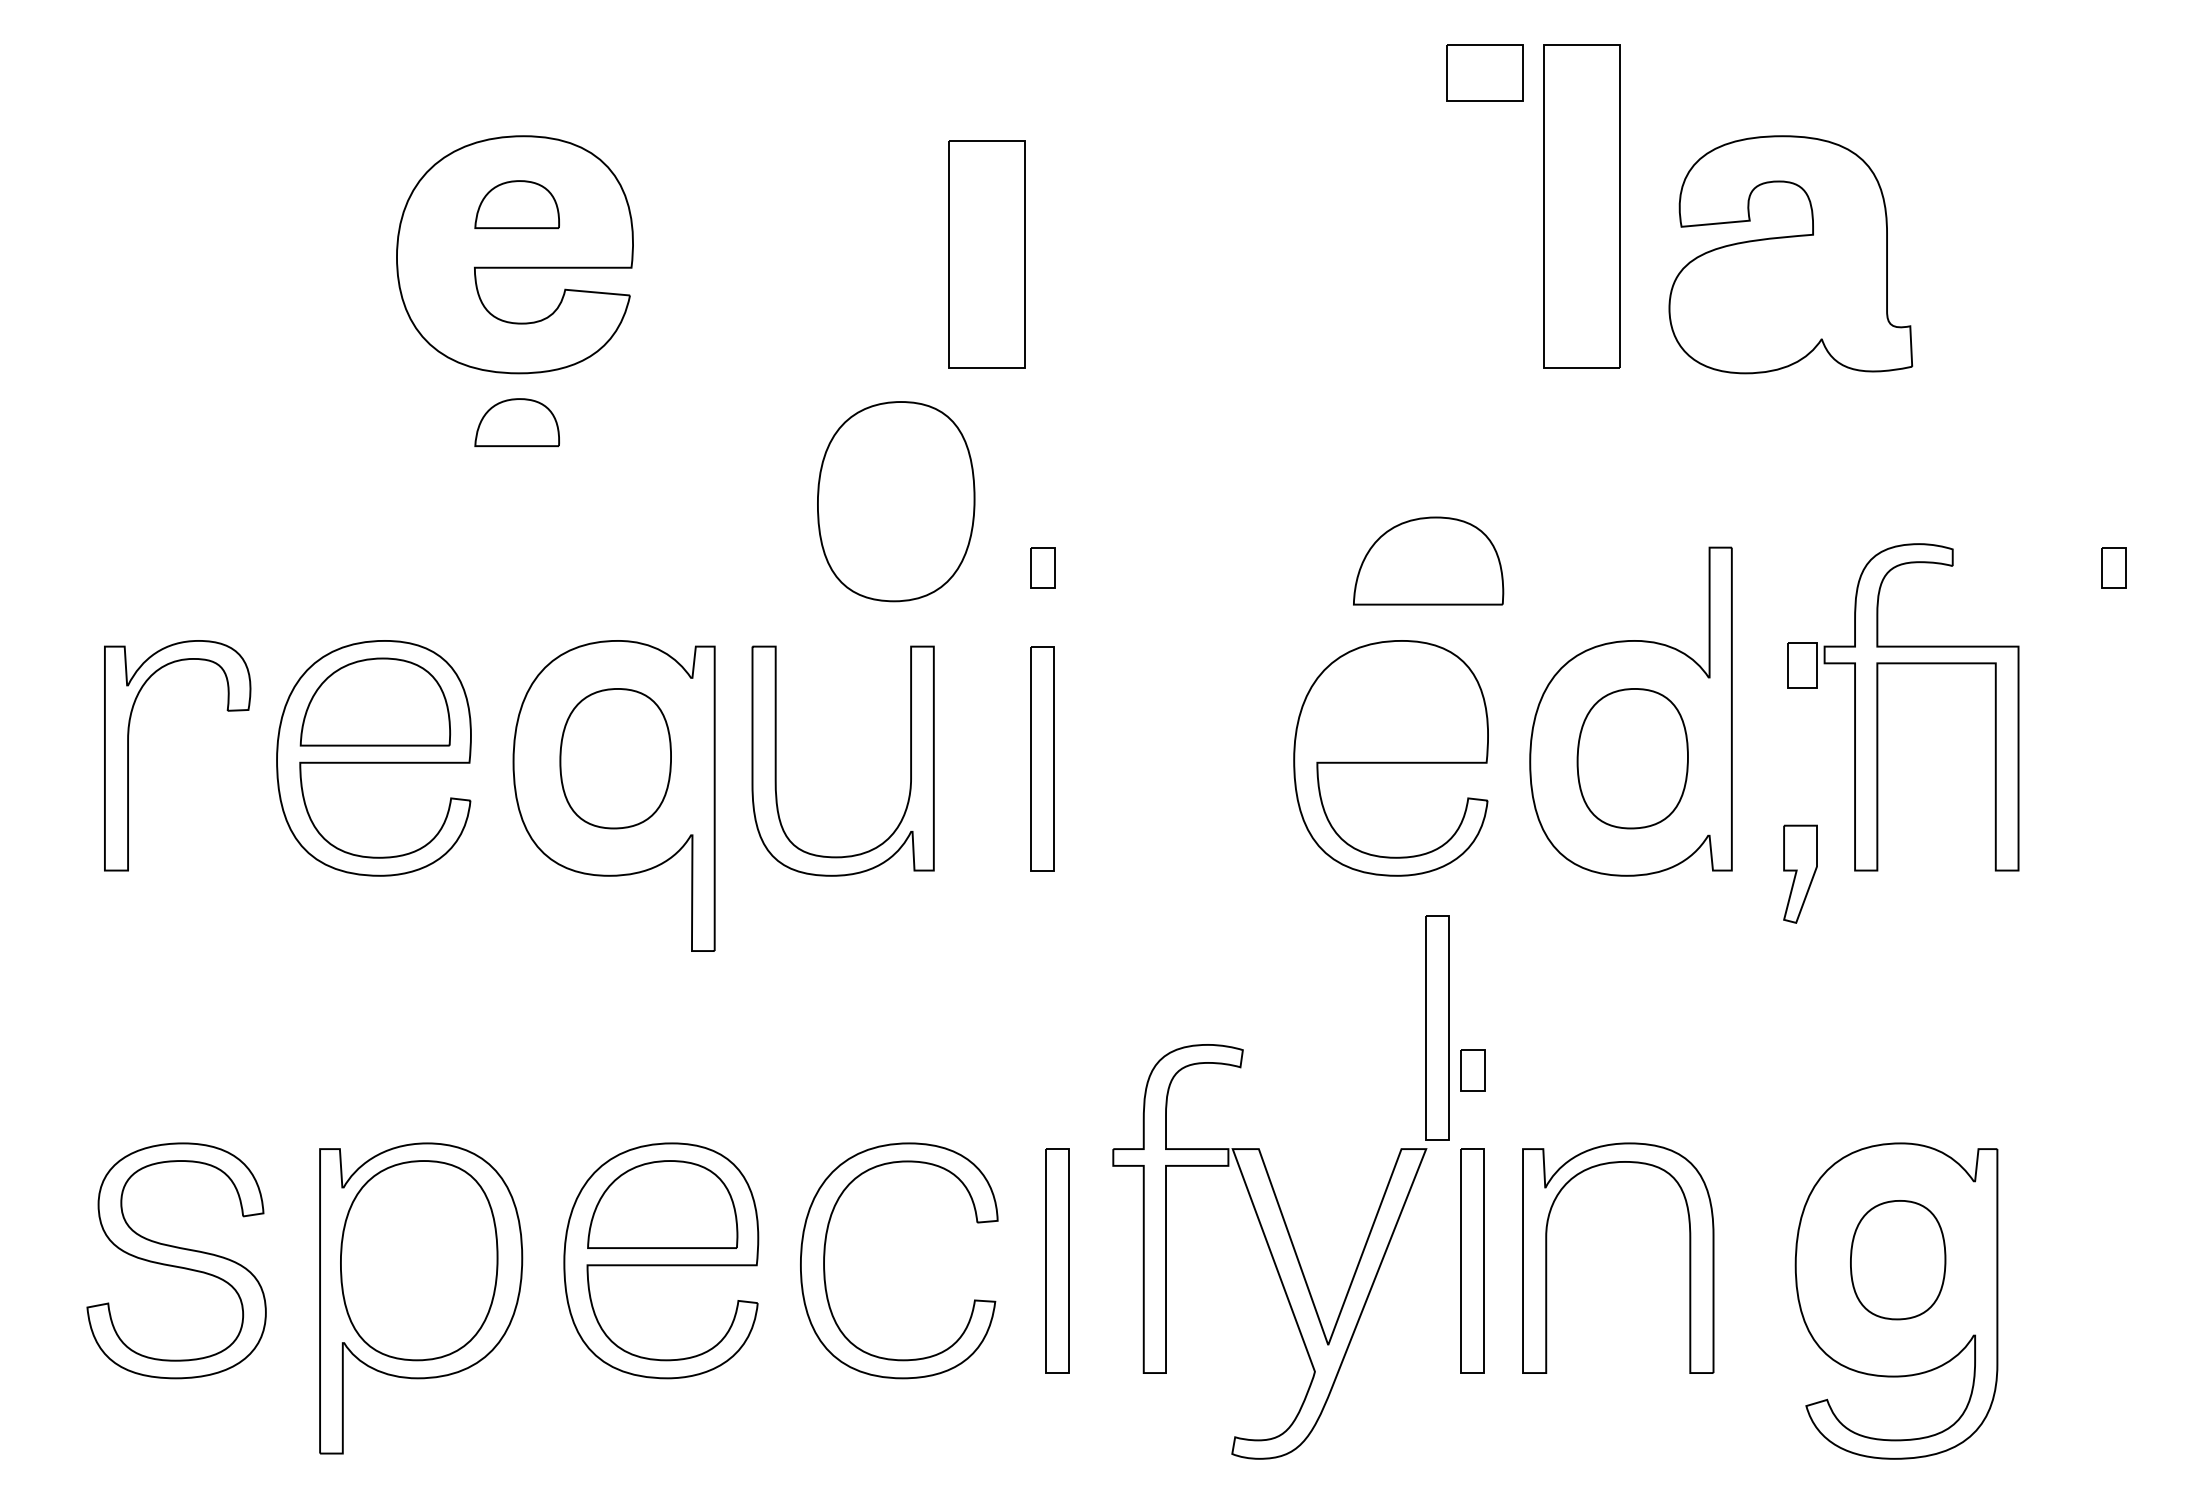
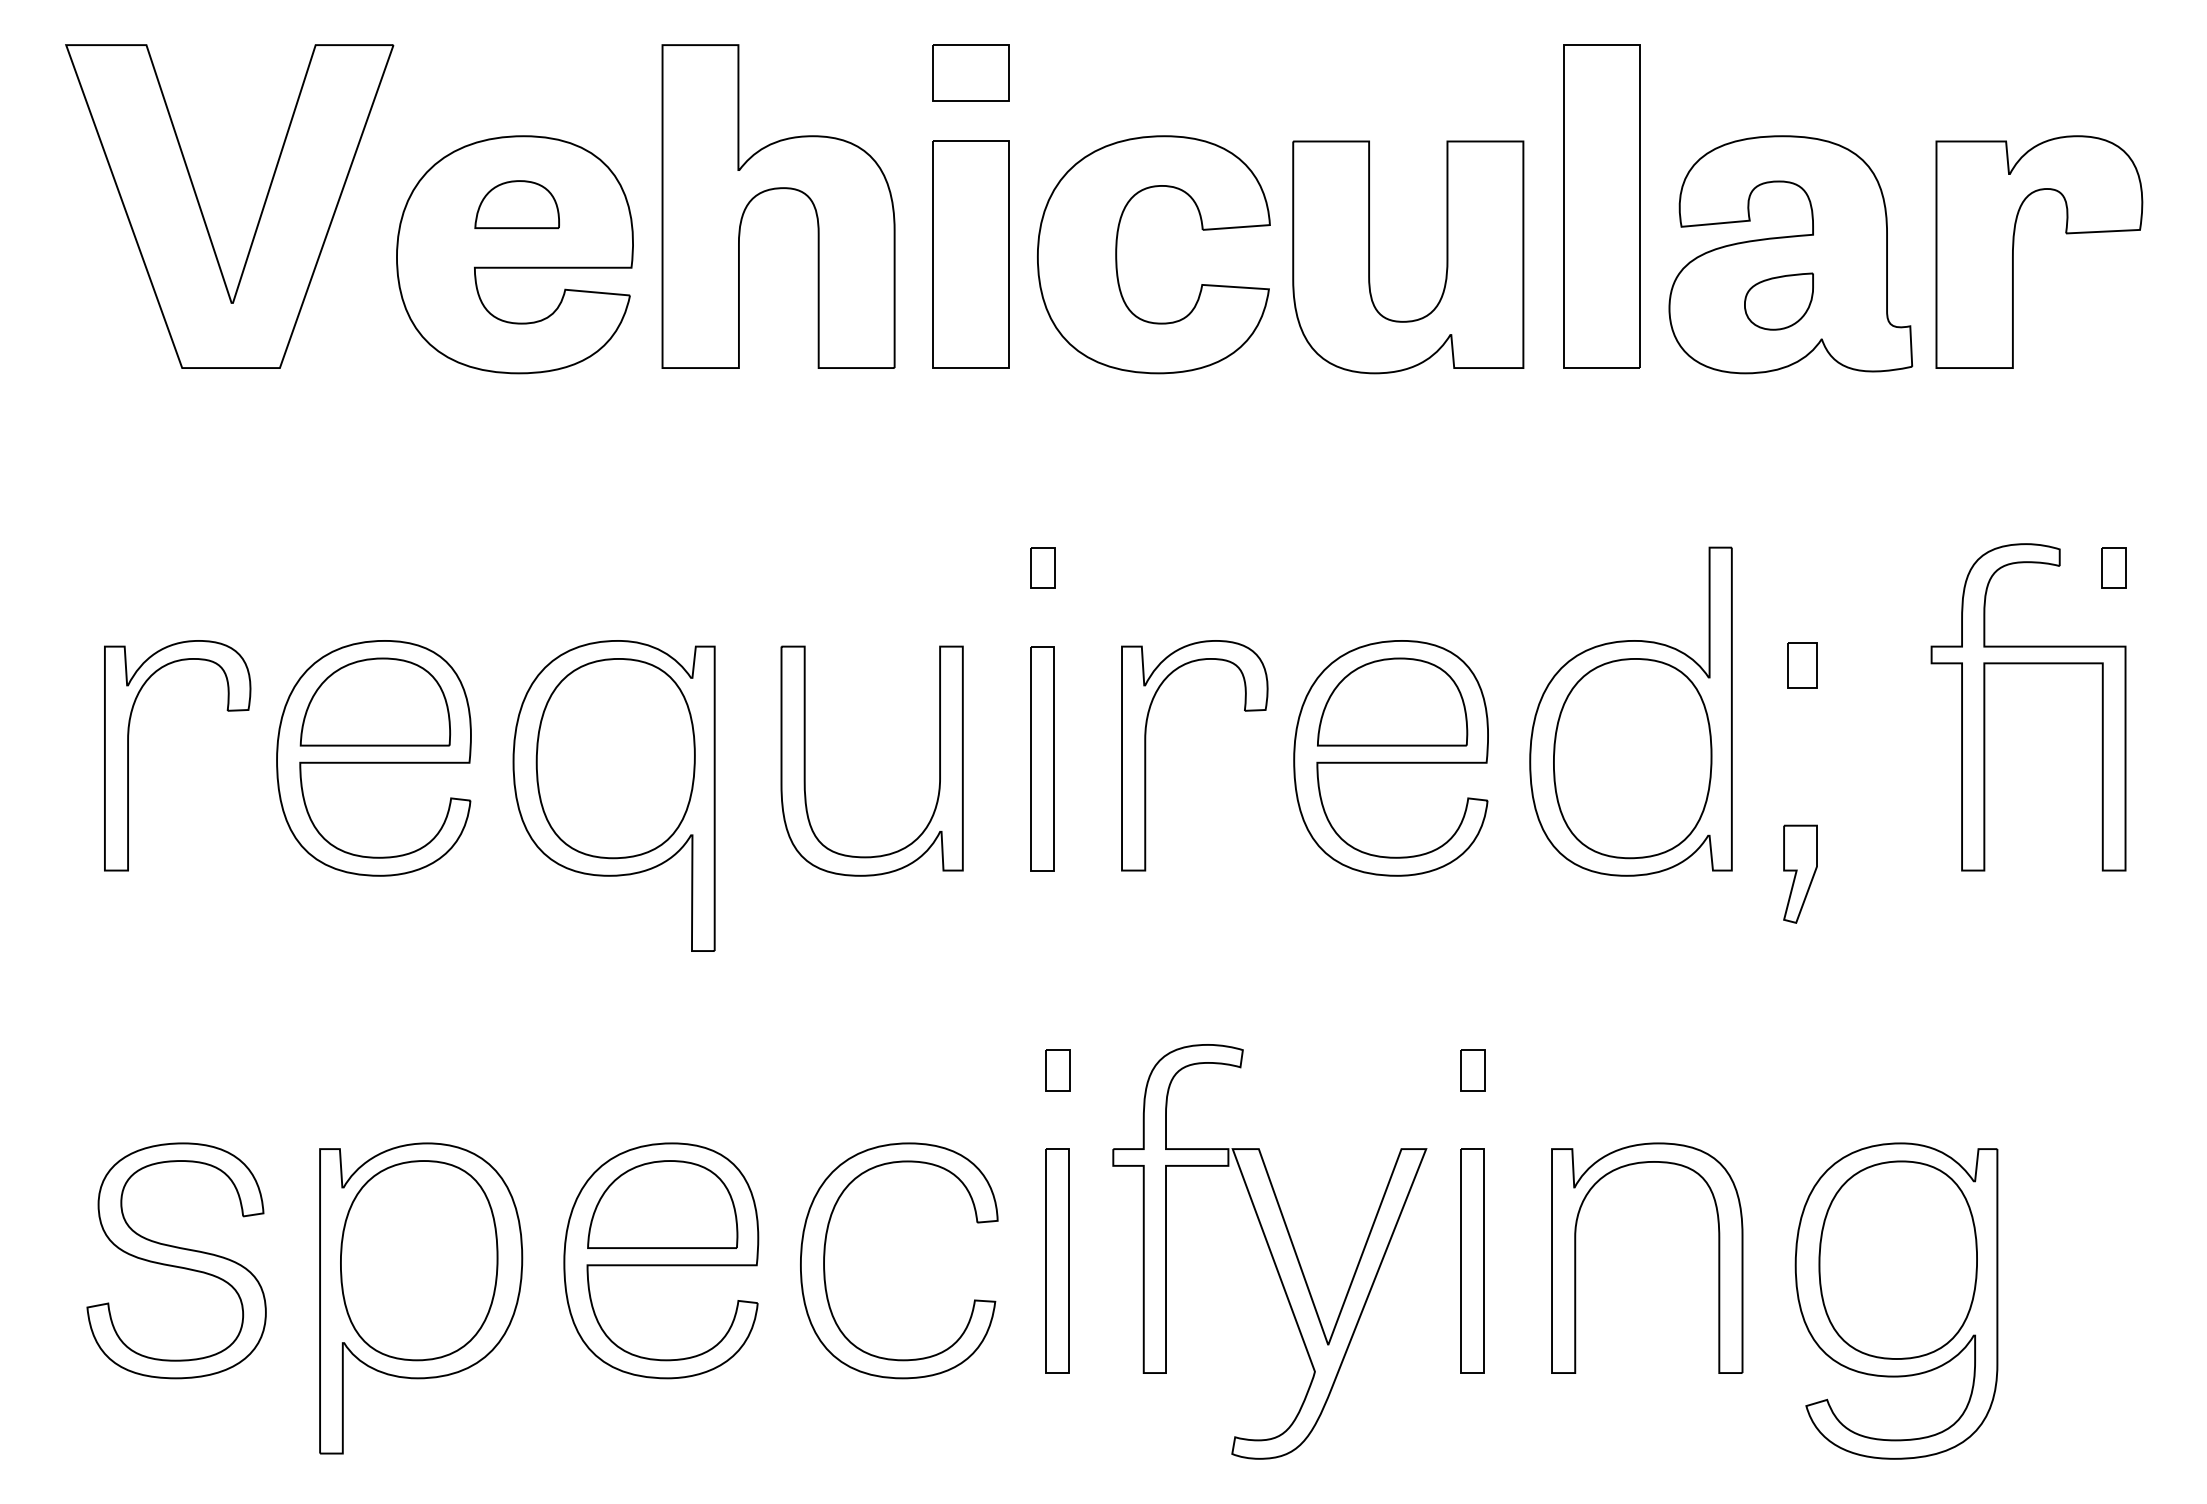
part at (1484, 72) position: (1484, 72) -> (970, 72)
part at (778, 189): none -> present
part at (1581, 206) position: (1581, 206) -> (1601, 206)
part at (203, 214): none -> present
part at (2014, 245): none -> present
part at (986, 254) position: (986, 254) -> (970, 254)
part at (1117, 254): none -> present
part at (1446, 257): none -> present
part at (1778, 301): none -> present
part at (516, 422): present -> none
part at (896, 501): present -> none
part at (1428, 560) position: (1428, 560) -> (1392, 701)
part at (1921, 664) position: (1921, 664) -> (2028, 664)
part at (1146, 755): none -> present
part at (615, 758) size: 113x142 px -> 161x202 px
part at (1632, 758) size: 113x142 px -> 160x202 px
part at (776, 760) position: (776, 760) -> (805, 760)
part at (1437, 1027): present -> none
part at (1057, 1070): none -> present
part at (1547, 1257) position: (1547, 1257) -> (1576, 1257)
part at (1898, 1260) size: 97x121 px -> 160x200 px
